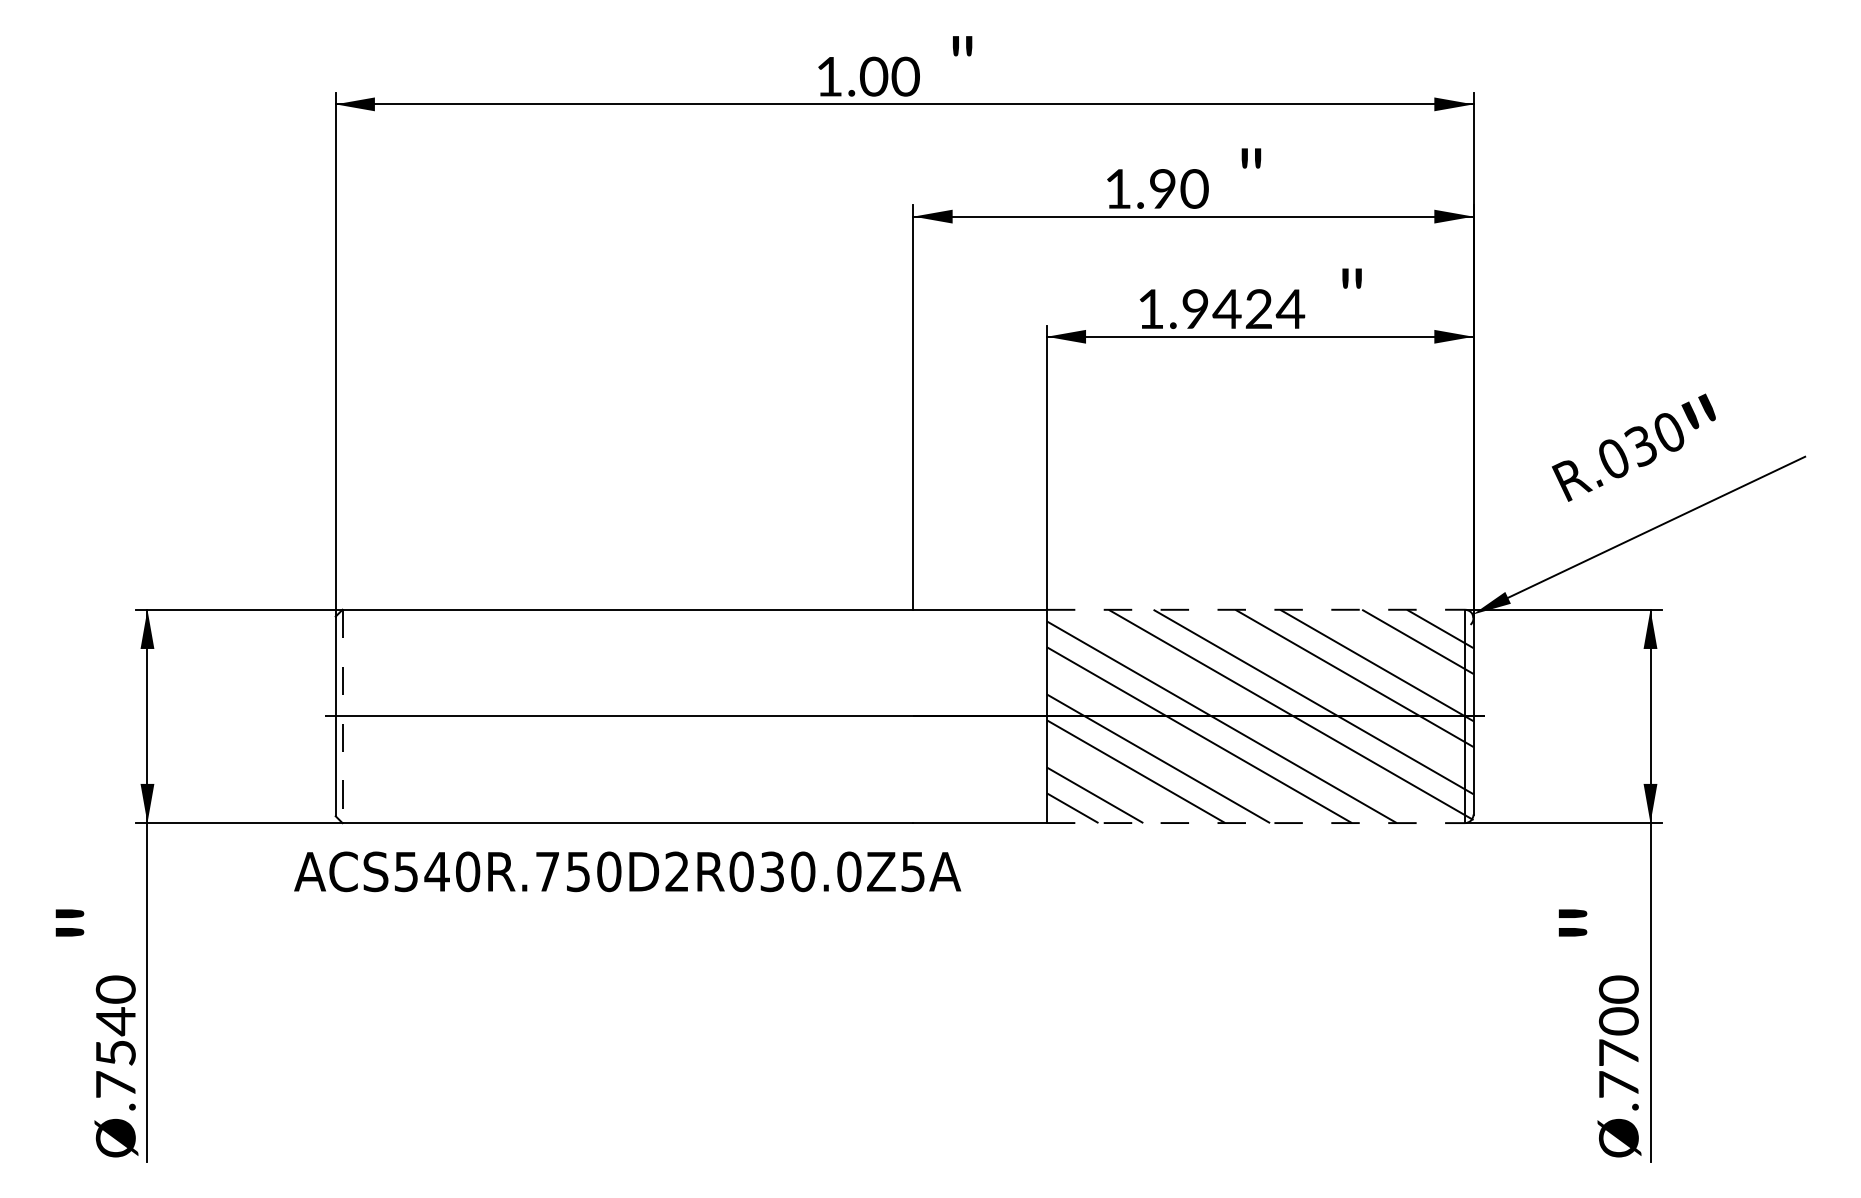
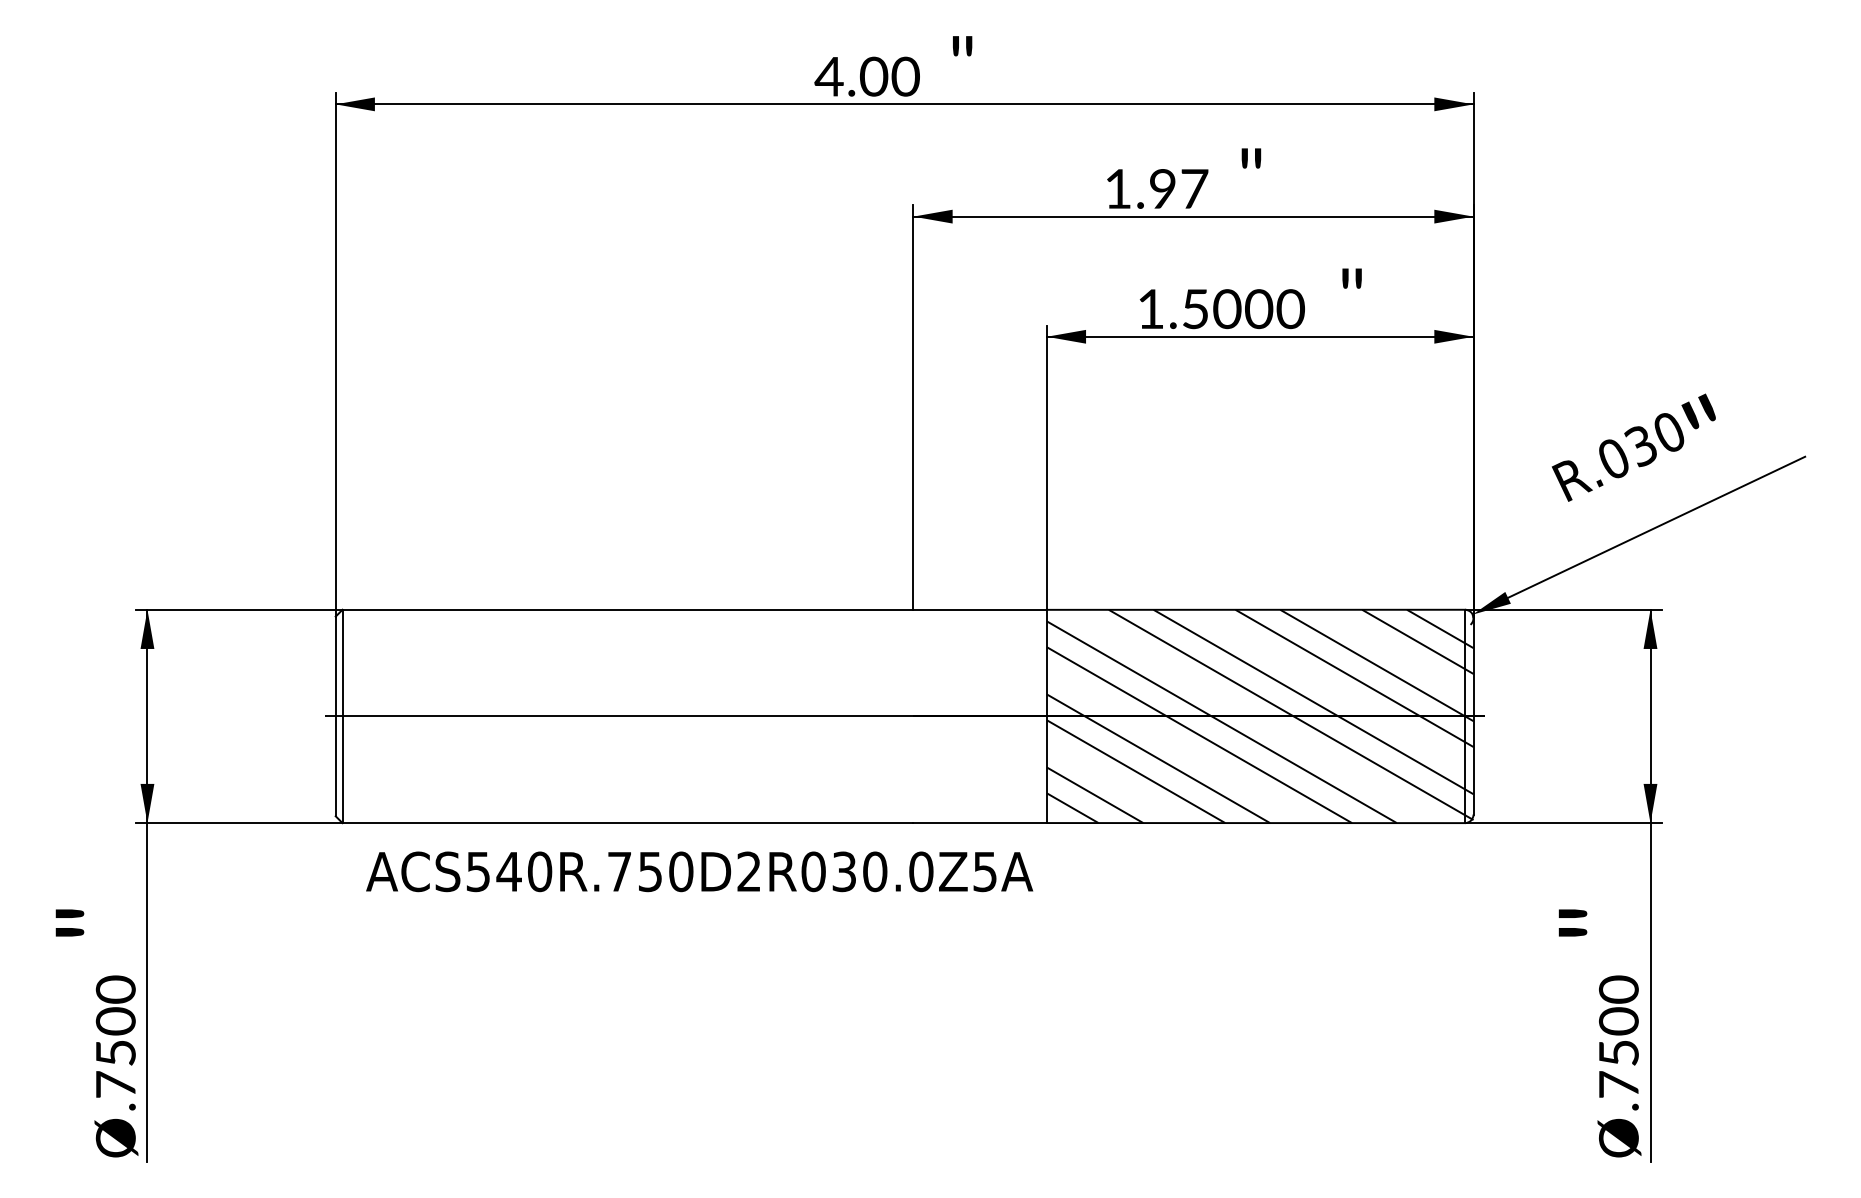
text at (828, 76): 1.00 -> 4.00
text at (1194, 188): 1.90 -> 1.97
text at (1243, 309): 1.9424 -> 1.5000
line at (1256, 609): dashed -> solid
line at (342, 716): dashed -> solid
line at (1256, 823): dashed -> solid
text at (627, 871) position: (627, 871) -> (699, 871)
text at (115, 1021): .7540 -> .7500
text at (1618, 1052): .7700 -> .7500
